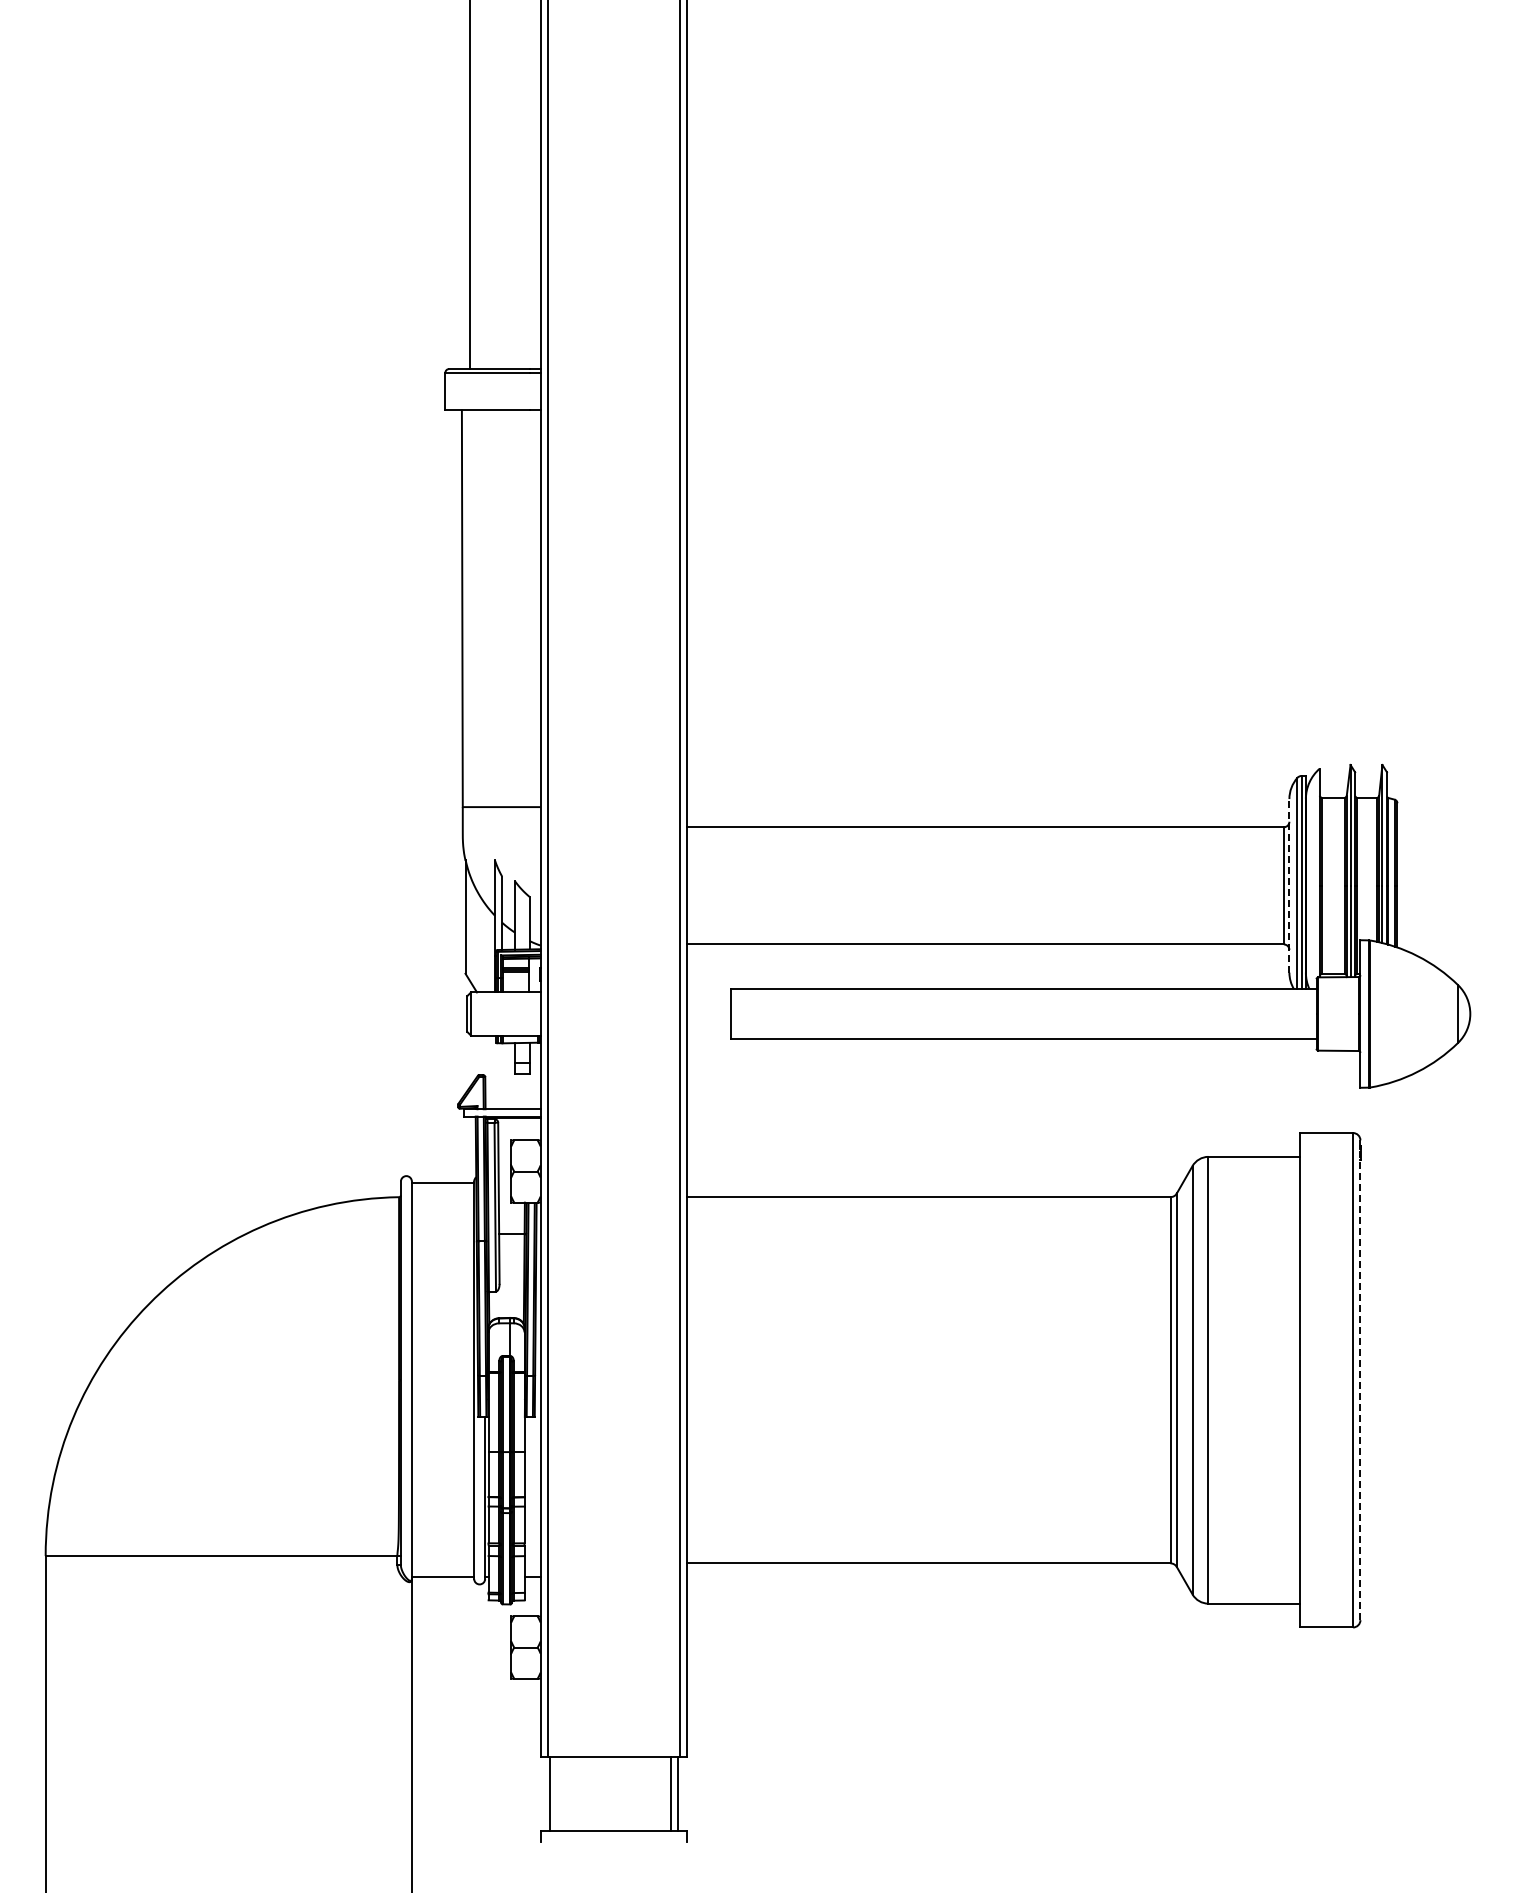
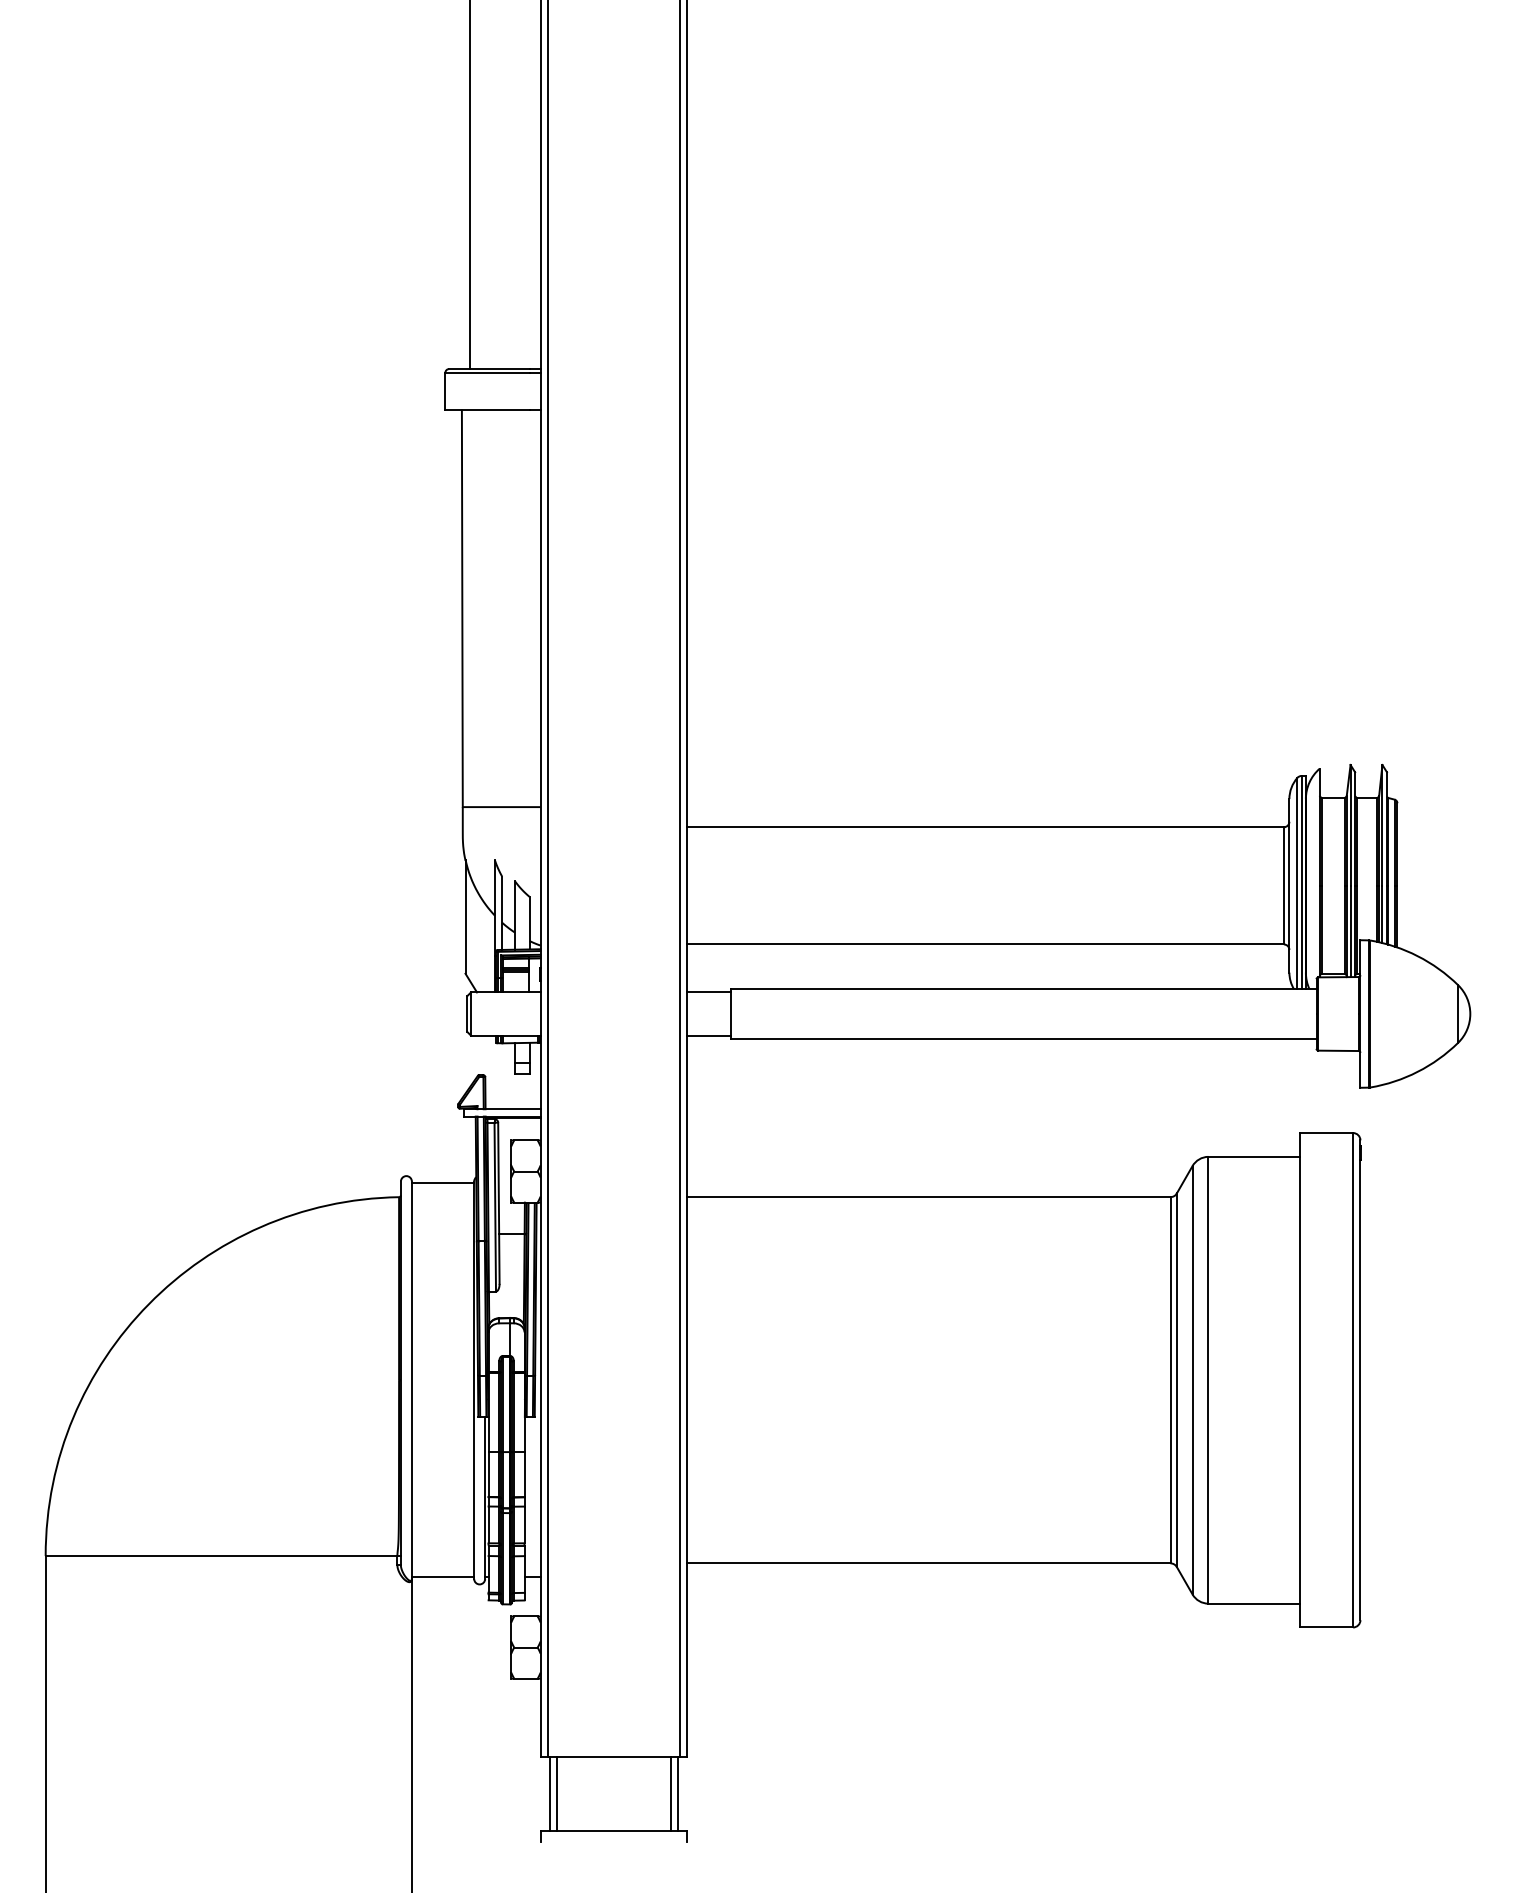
line at (1289, 885): dashed -> solid
line at (708, 992): none -> present
line at (708, 1035): none -> present
line at (1360, 1380): dashed -> solid
line at (557, 1793): none -> present
